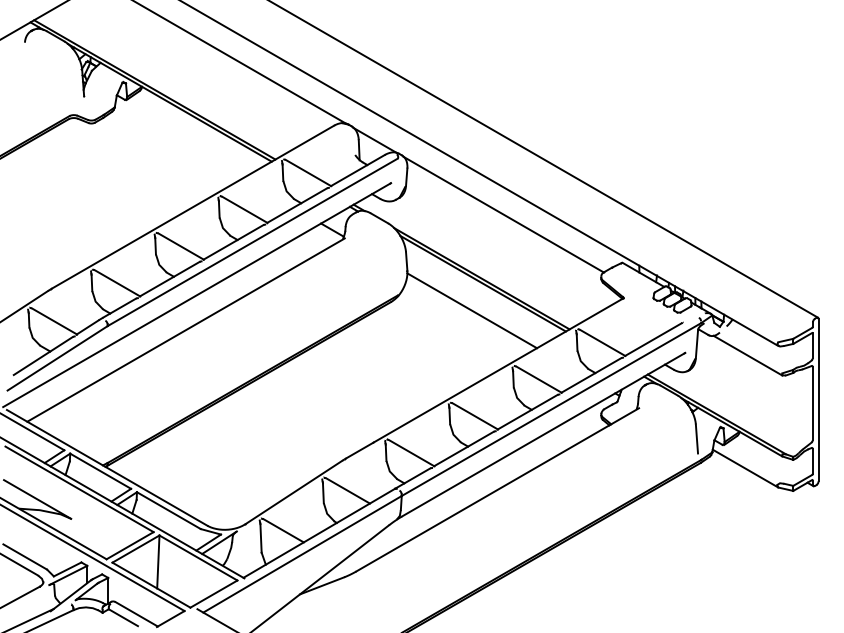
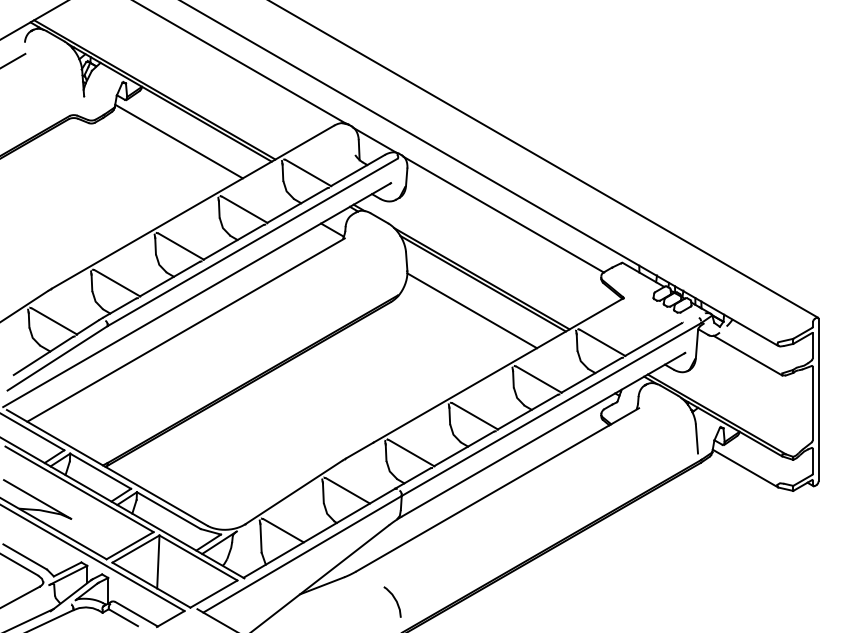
line at (13, 59): none -> present
line at (178, 141): none -> present
curve at (394, 599): none -> present
